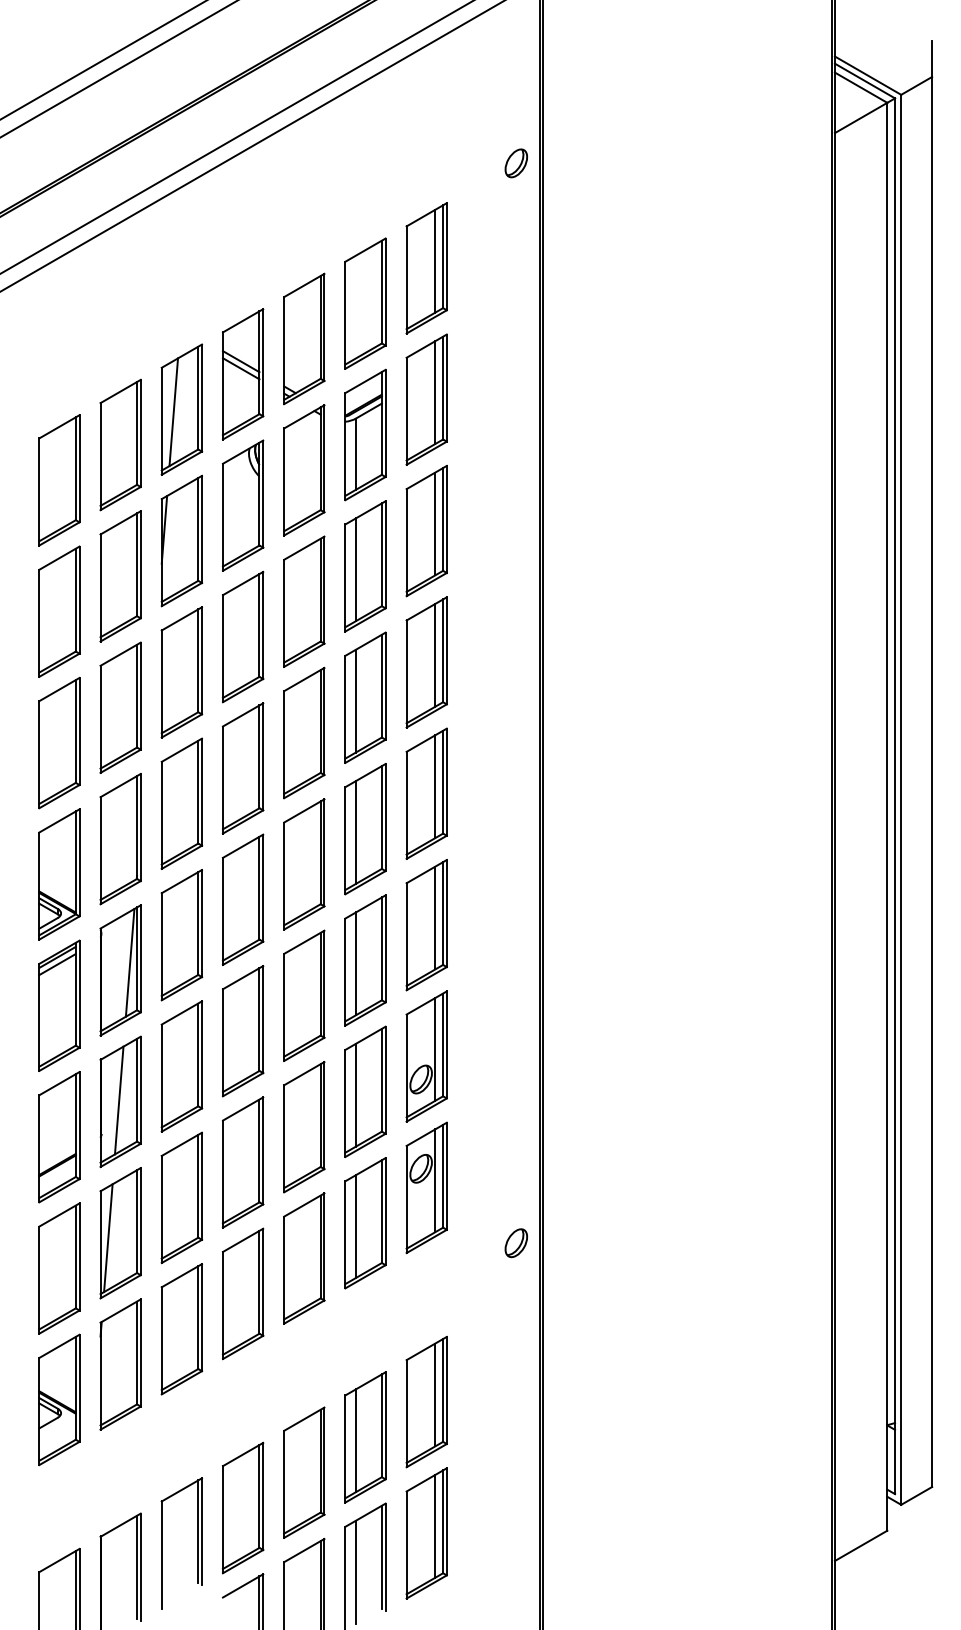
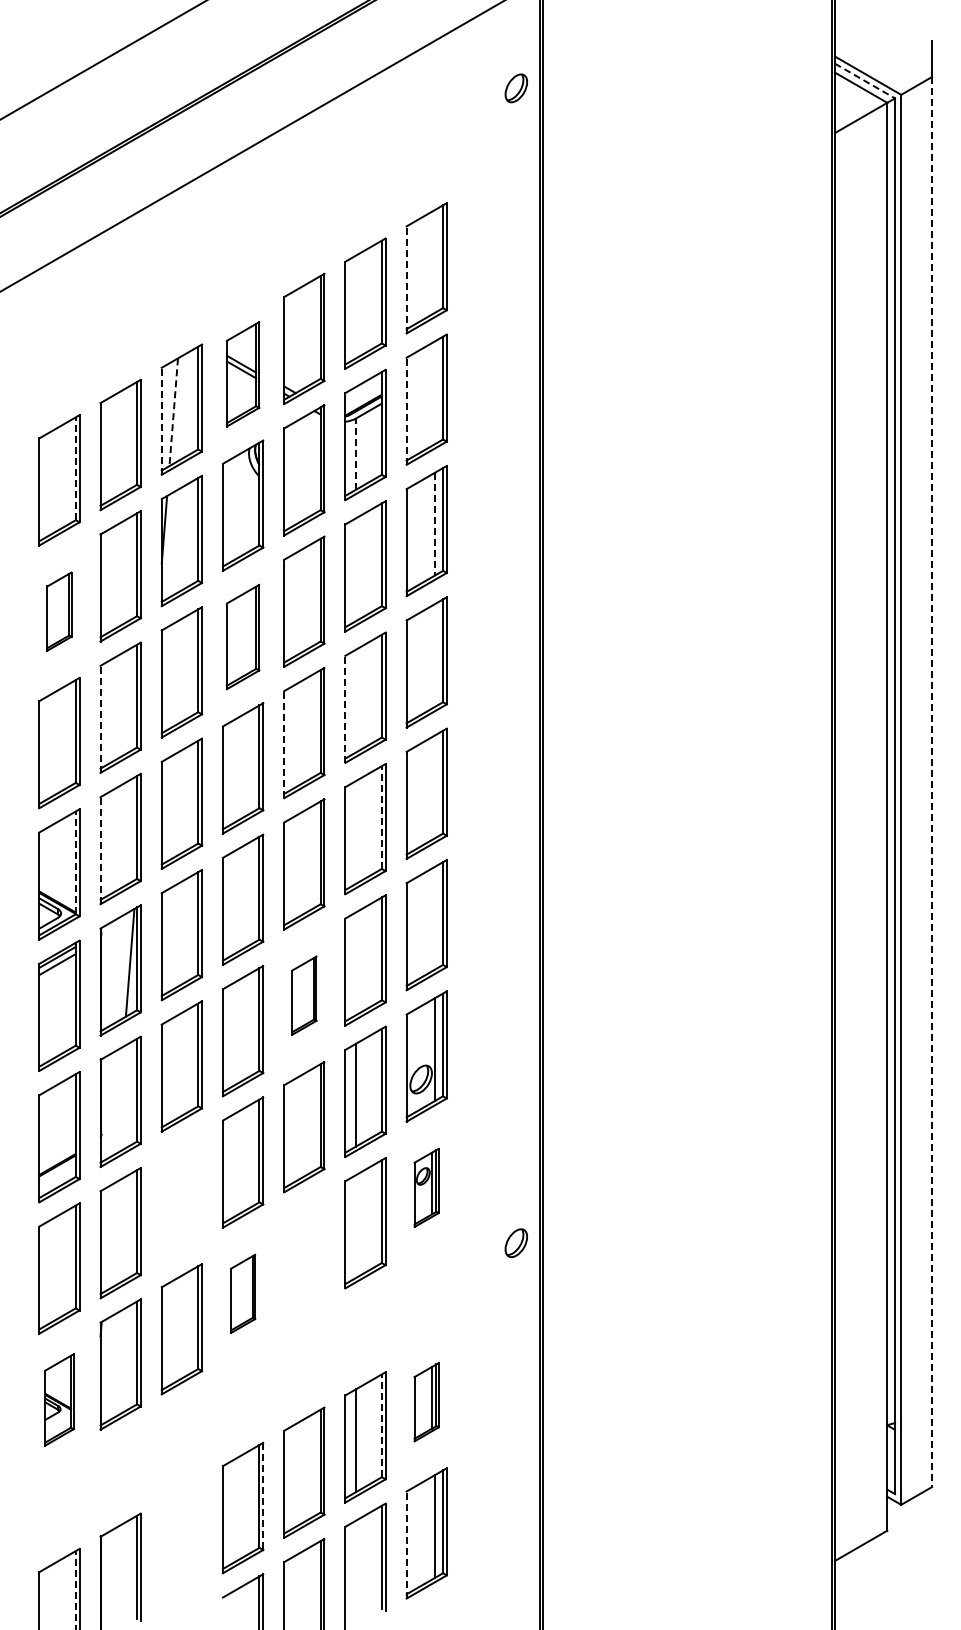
line at (118, 69): present -> none
line at (864, 81): solid -> dashed
line at (236, 137): present -> none
part at (515, 163) position: (515, 163) -> (515, 88)
line at (435, 260): present -> none
line at (406, 279): solid -> dashed
part at (242, 374) size: 44x133 px -> 36x107 px
line at (435, 392): present -> none
line at (406, 411): solid -> dashed
line at (173, 412): solid -> dashed
line at (161, 421): solid -> dashed
line at (355, 454): solid -> dashed
line at (75, 468): solid -> dashed
line at (435, 524): solid -> dashed
line at (355, 569): present -> none
part at (59, 611) size: 43x133 px -> 27x81 px
part at (242, 636) size: 44x134 px -> 36x108 px
line at (435, 654): present -> none
line at (355, 700): present -> none
line at (345, 709): solid -> dashed
line at (100, 719): solid -> dashed
line at (284, 744): solid -> dashed
line at (932, 782): solid -> dashed
line at (435, 786): present -> none
line at (381, 817): solid -> dashed
line at (355, 832): present -> none
line at (100, 850): solid -> dashed
line at (75, 862): solid -> dashed
line at (435, 917): present -> none
line at (355, 963): present -> none
part at (304, 995) size: 43x133 px -> 27x81 px
line at (118, 1100): present -> none
part at (426, 1187) size: 43x134 px -> 27x82 px
part at (181, 1197): present -> none
line at (355, 1226): present -> none
line at (108, 1238): present -> none
part at (304, 1258): present -> none
part at (242, 1293) size: 44x134 px -> 28x82 px
part at (59, 1399) size: 43x134 px -> 31x94 px
part at (426, 1402) size: 43x133 px -> 27x81 px
line at (381, 1425): solid -> dashed
line at (263, 1496): solid -> dashed
part at (197, 1543): present -> none
line at (406, 1545): solid -> dashed
line at (355, 1571): present -> none
line at (75, 1590): solid -> dashed
